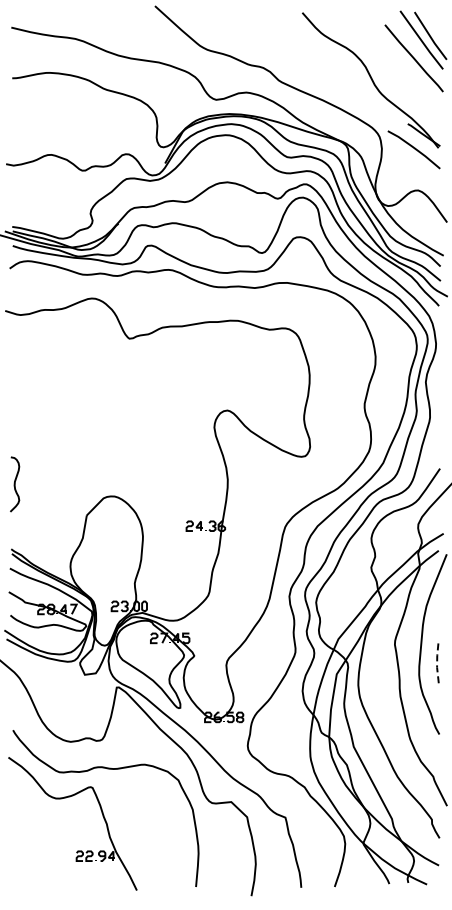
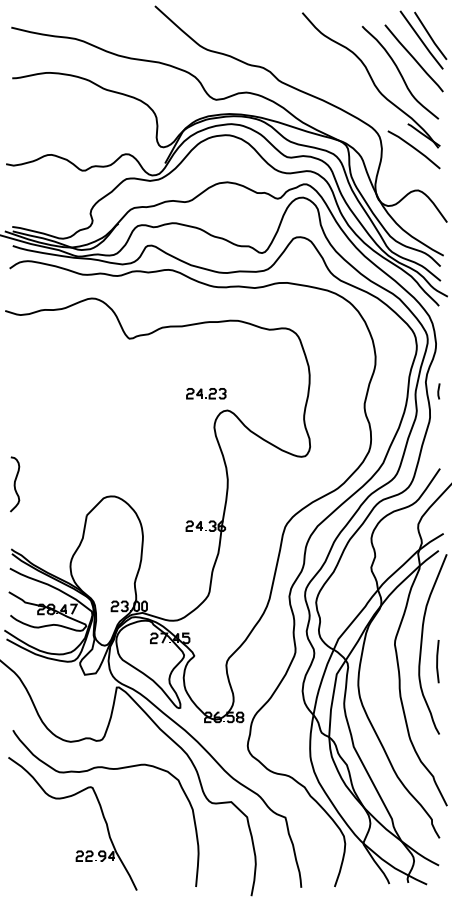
curve at (400, 72): none -> present
line at (438, 391): none -> present
part at (206, 393): none -> present
line at (437, 661): dashed -> solid
